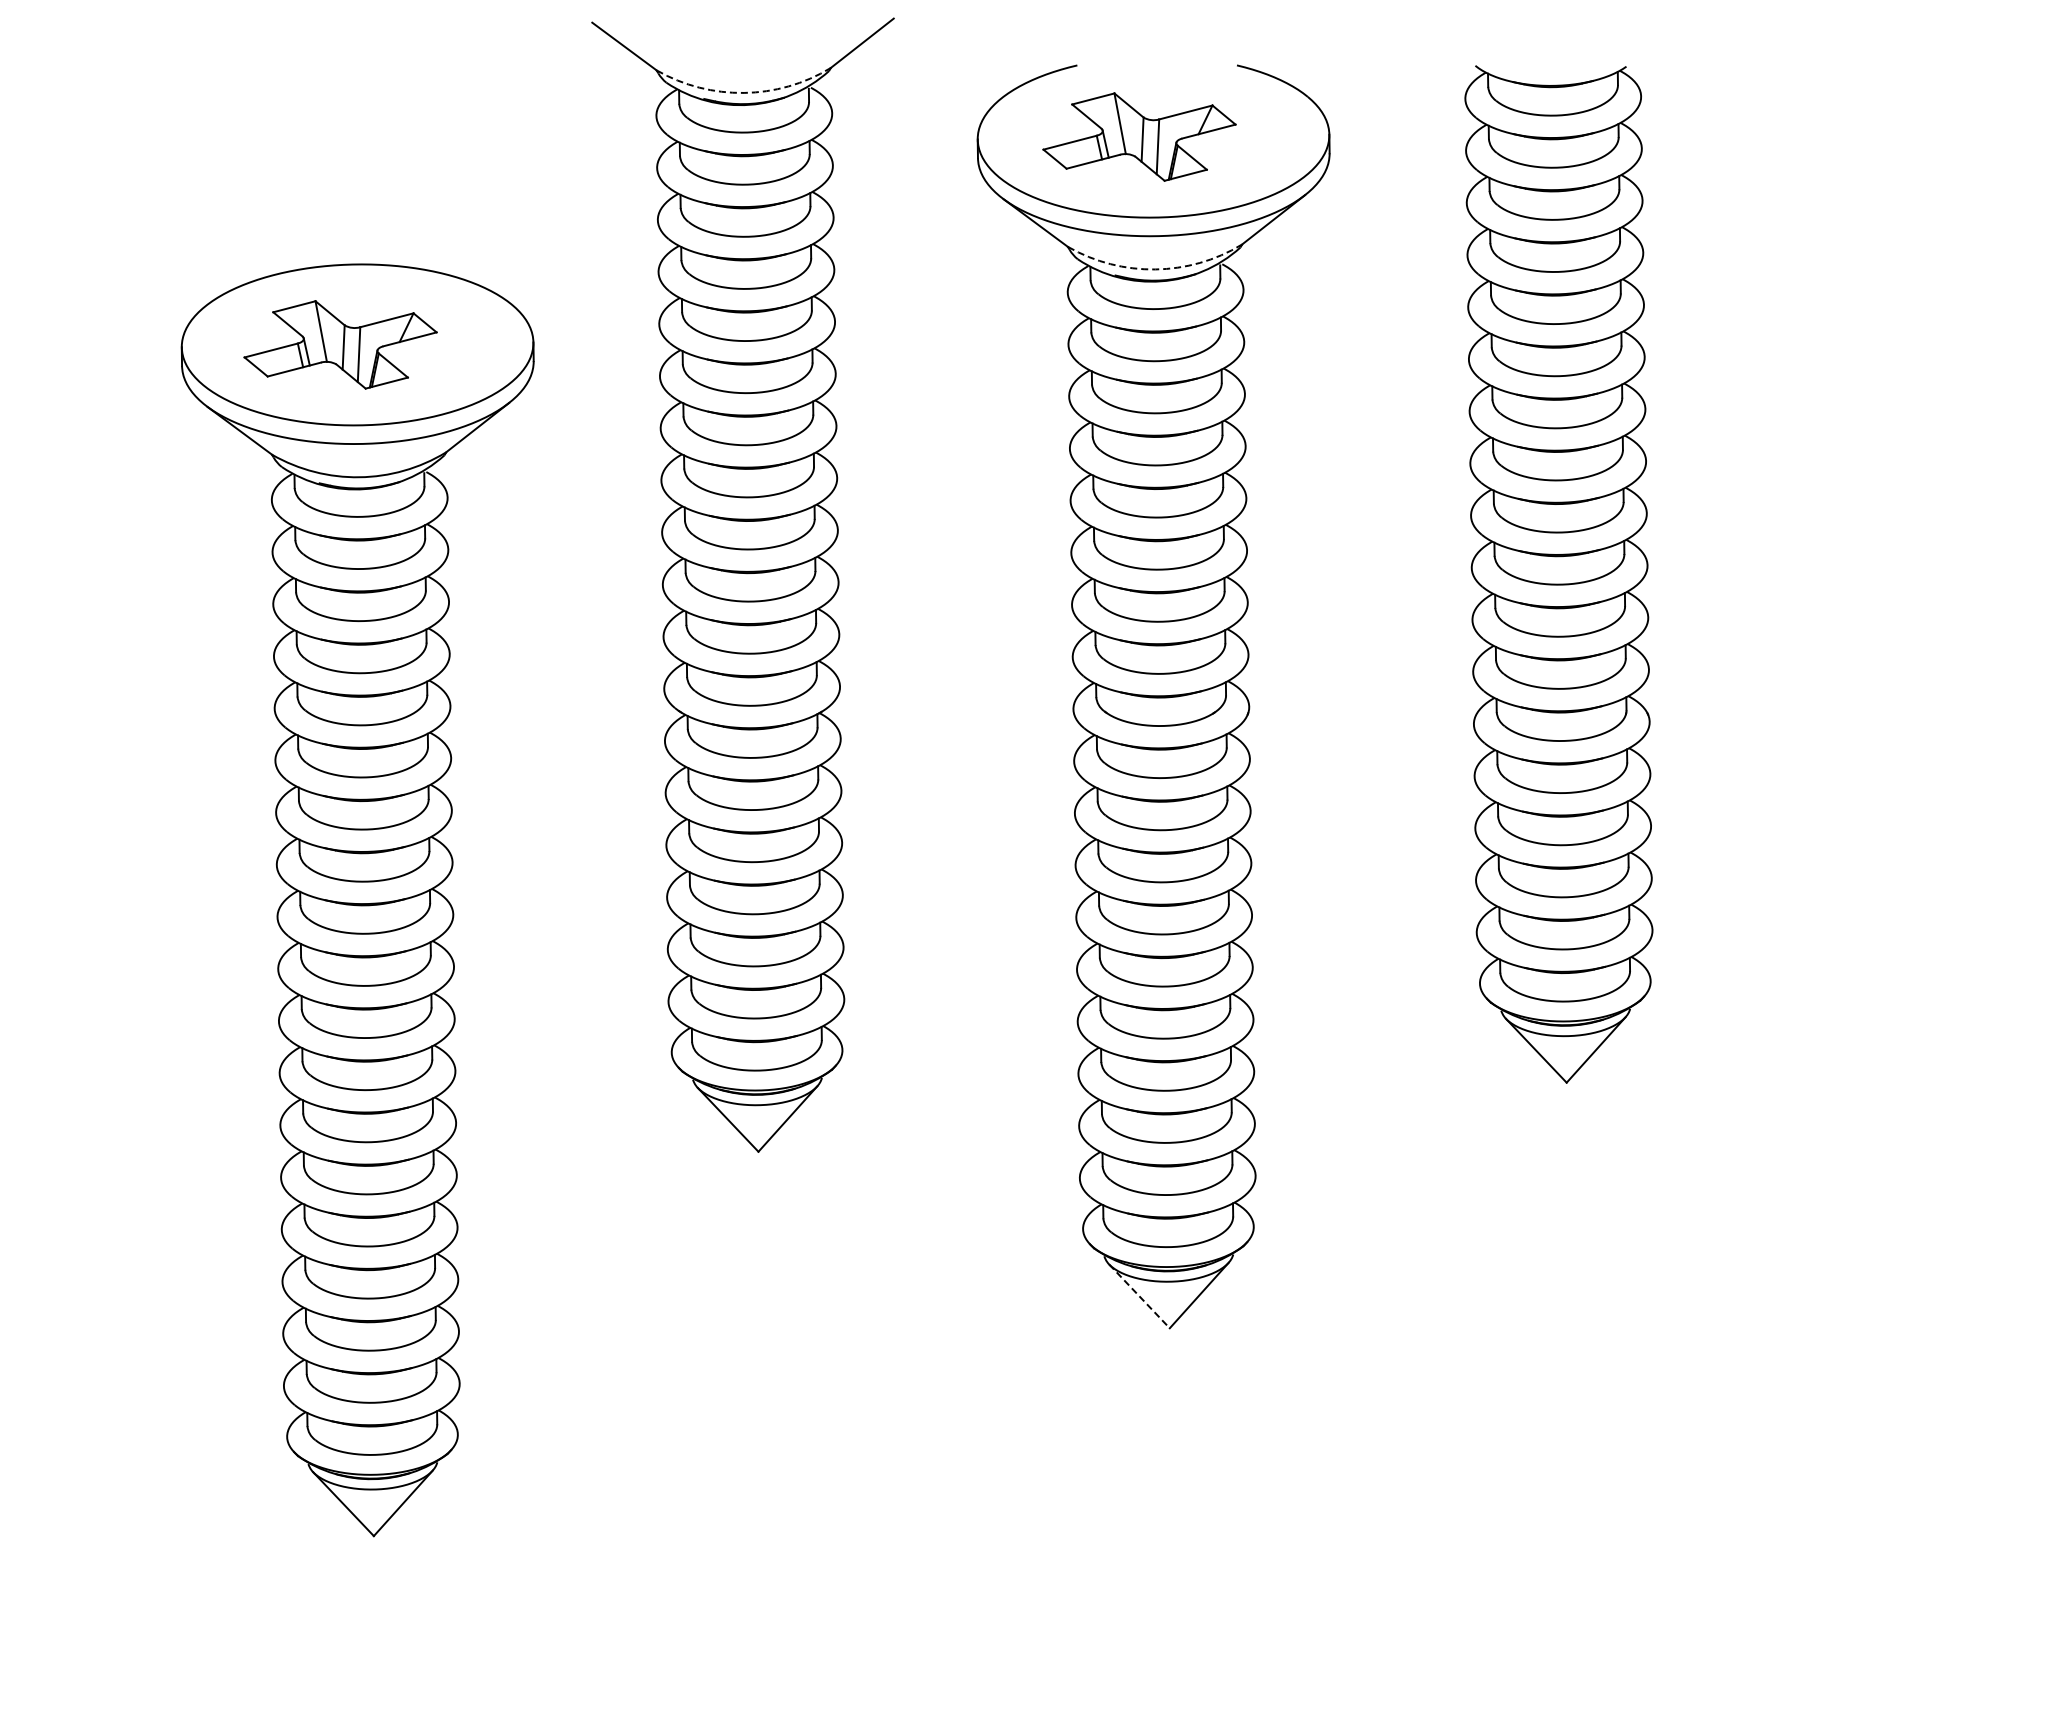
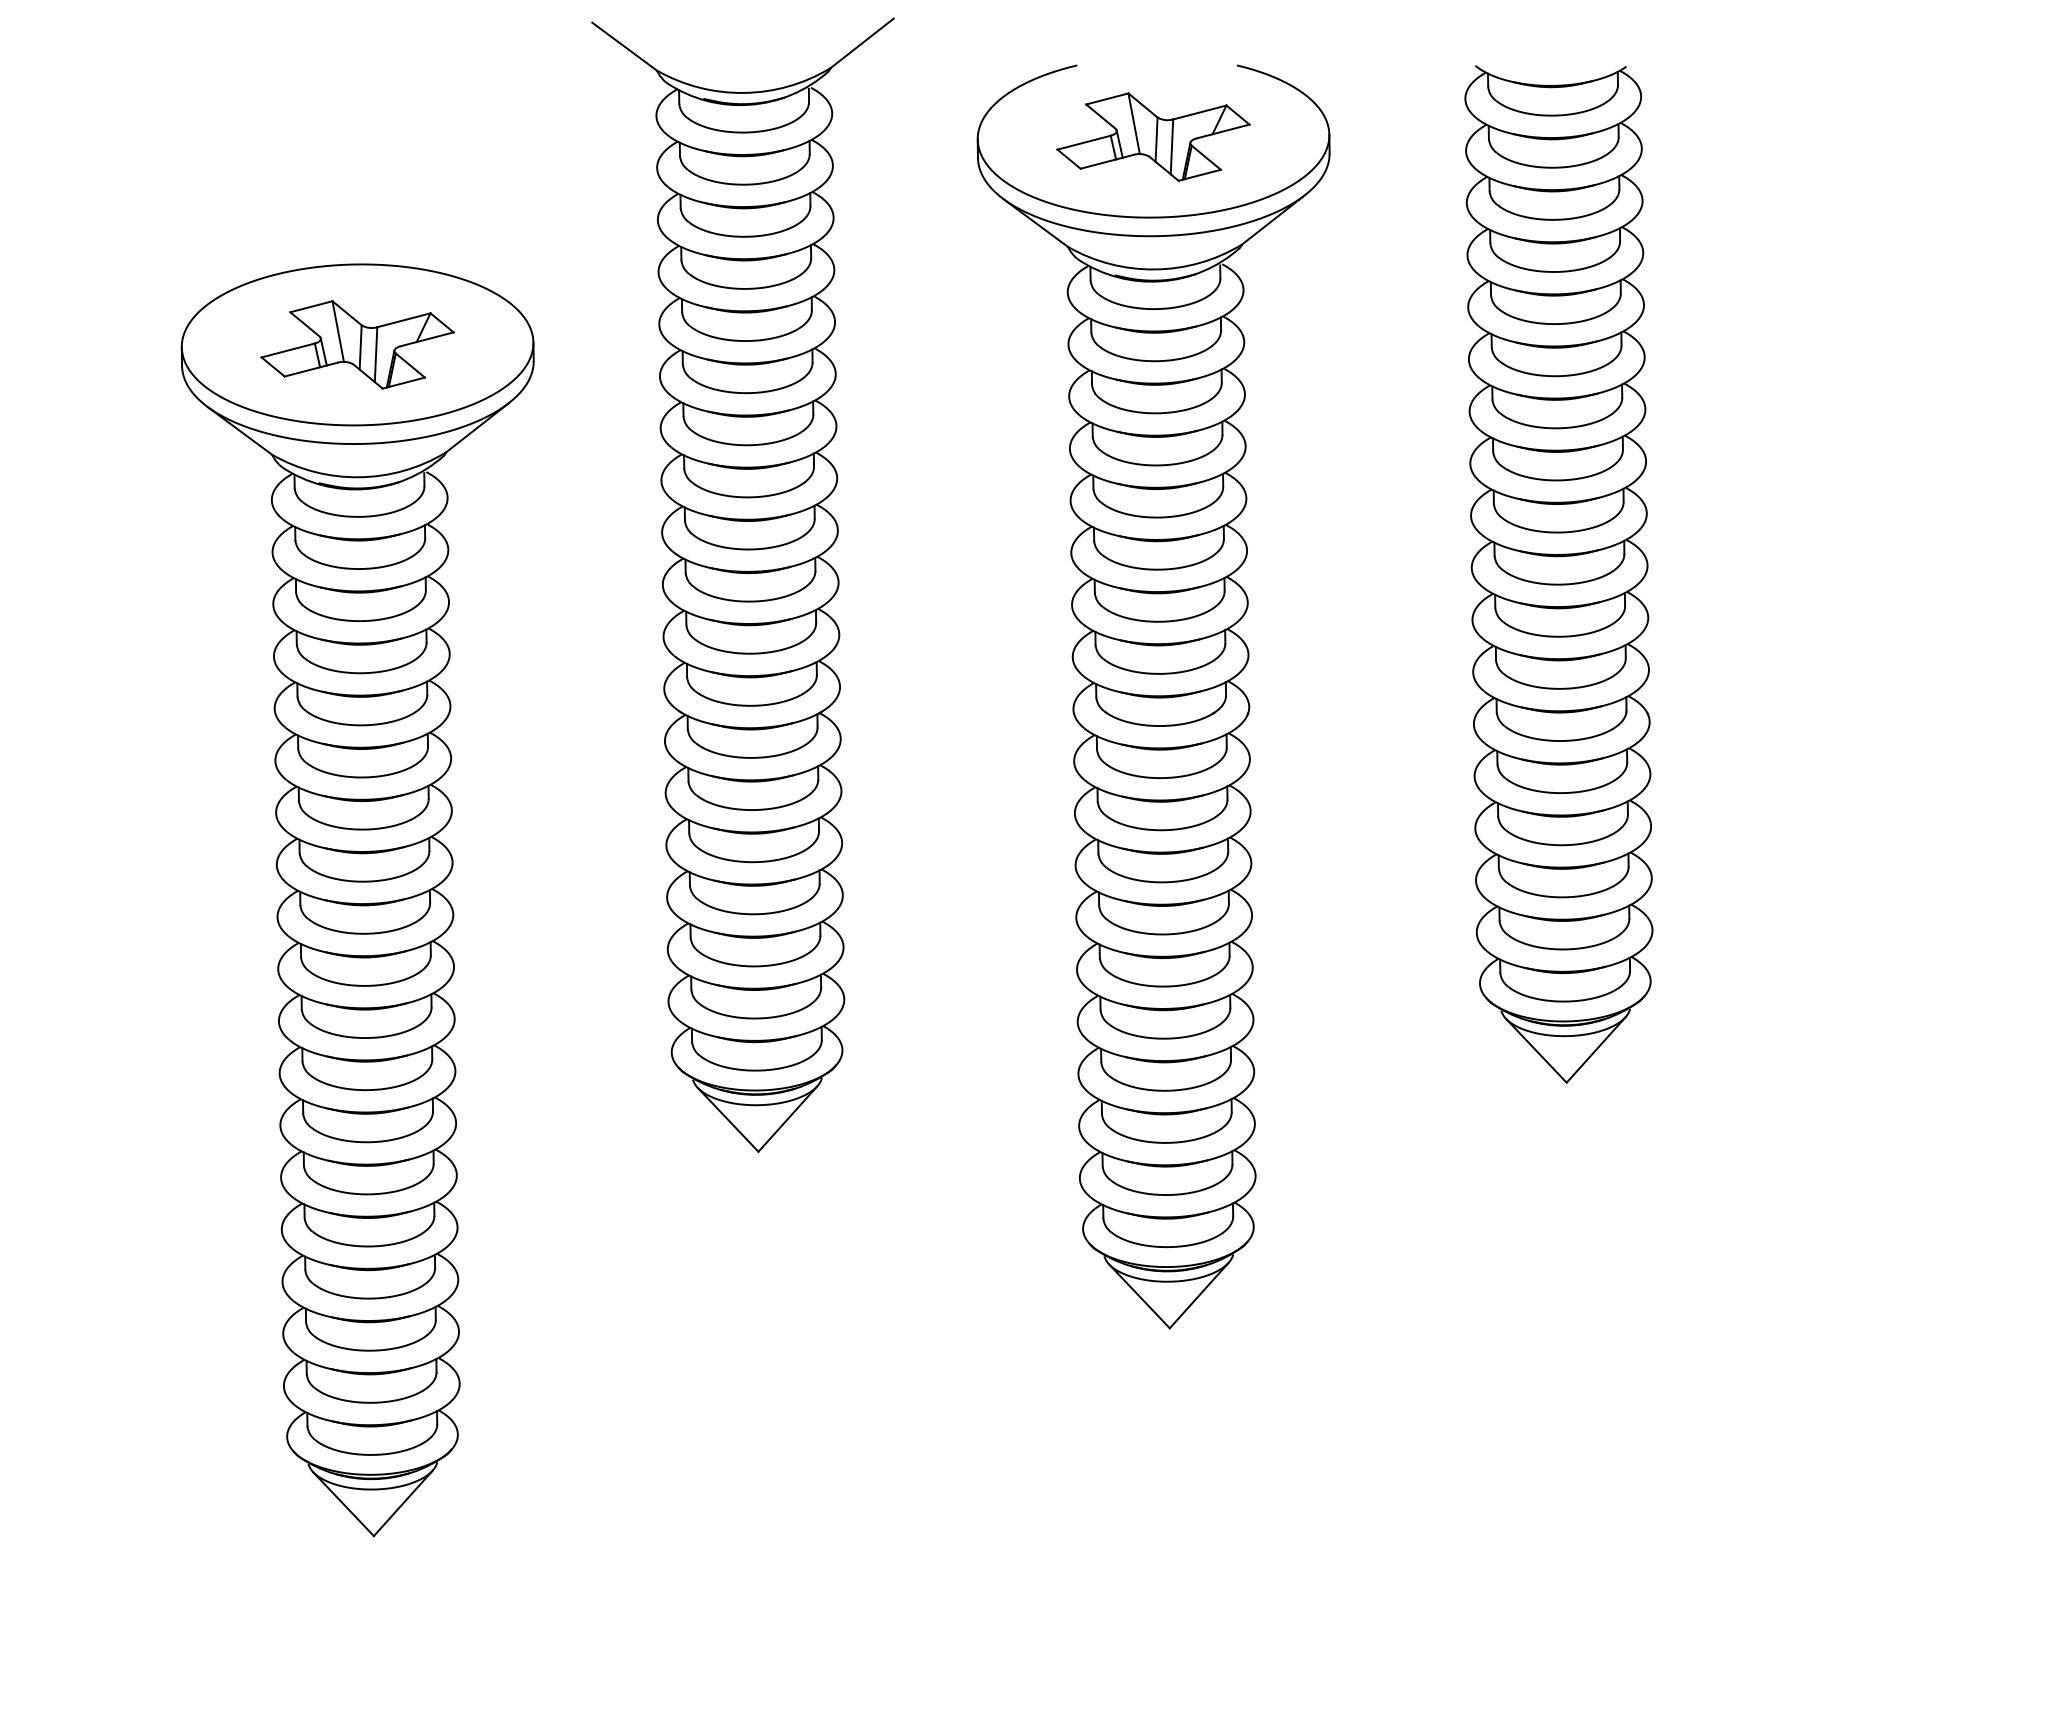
arc at (744, 92): dashed -> solid
part at (1139, 136) position: (1139, 136) -> (1153, 136)
arc at (1155, 269): dashed -> solid
part at (340, 344) position: (340, 344) -> (357, 344)
line at (1139, 1296): dashed -> solid
